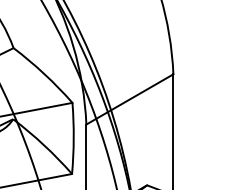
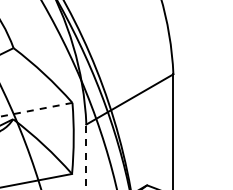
line at (36, 109): solid -> dashed
line at (86, 156): solid -> dashed
